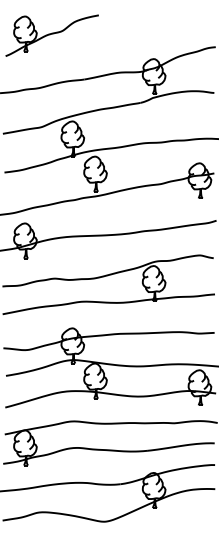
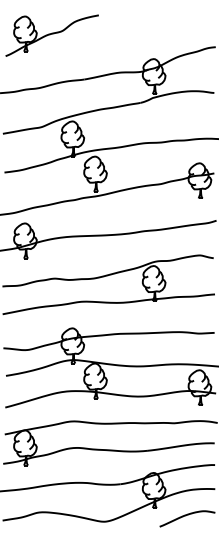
curve at (185, 516): none -> present
